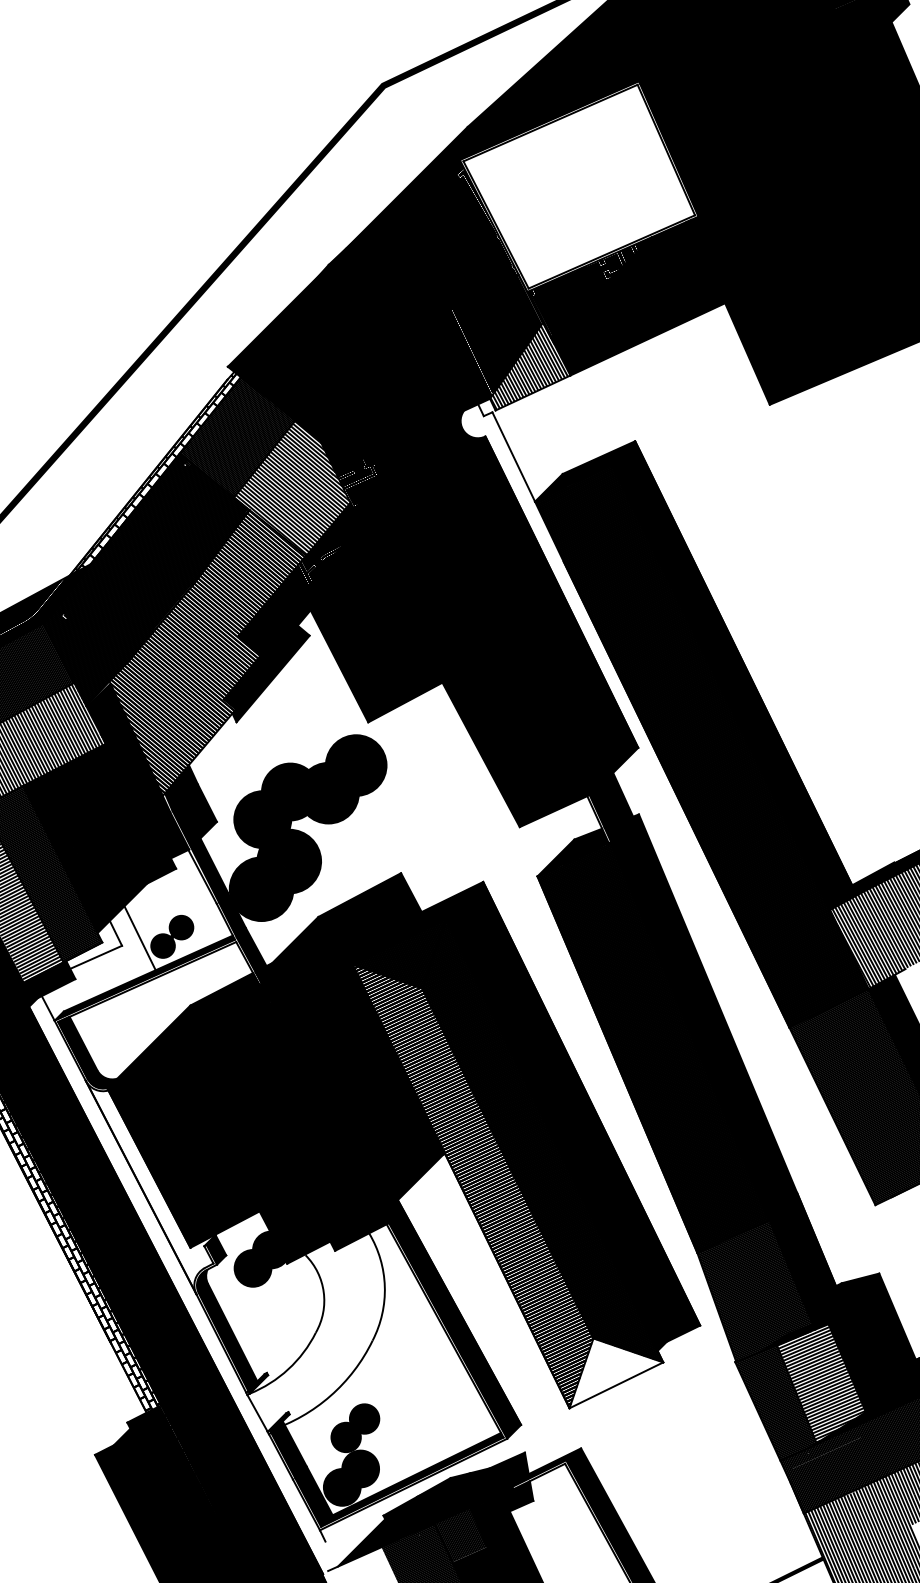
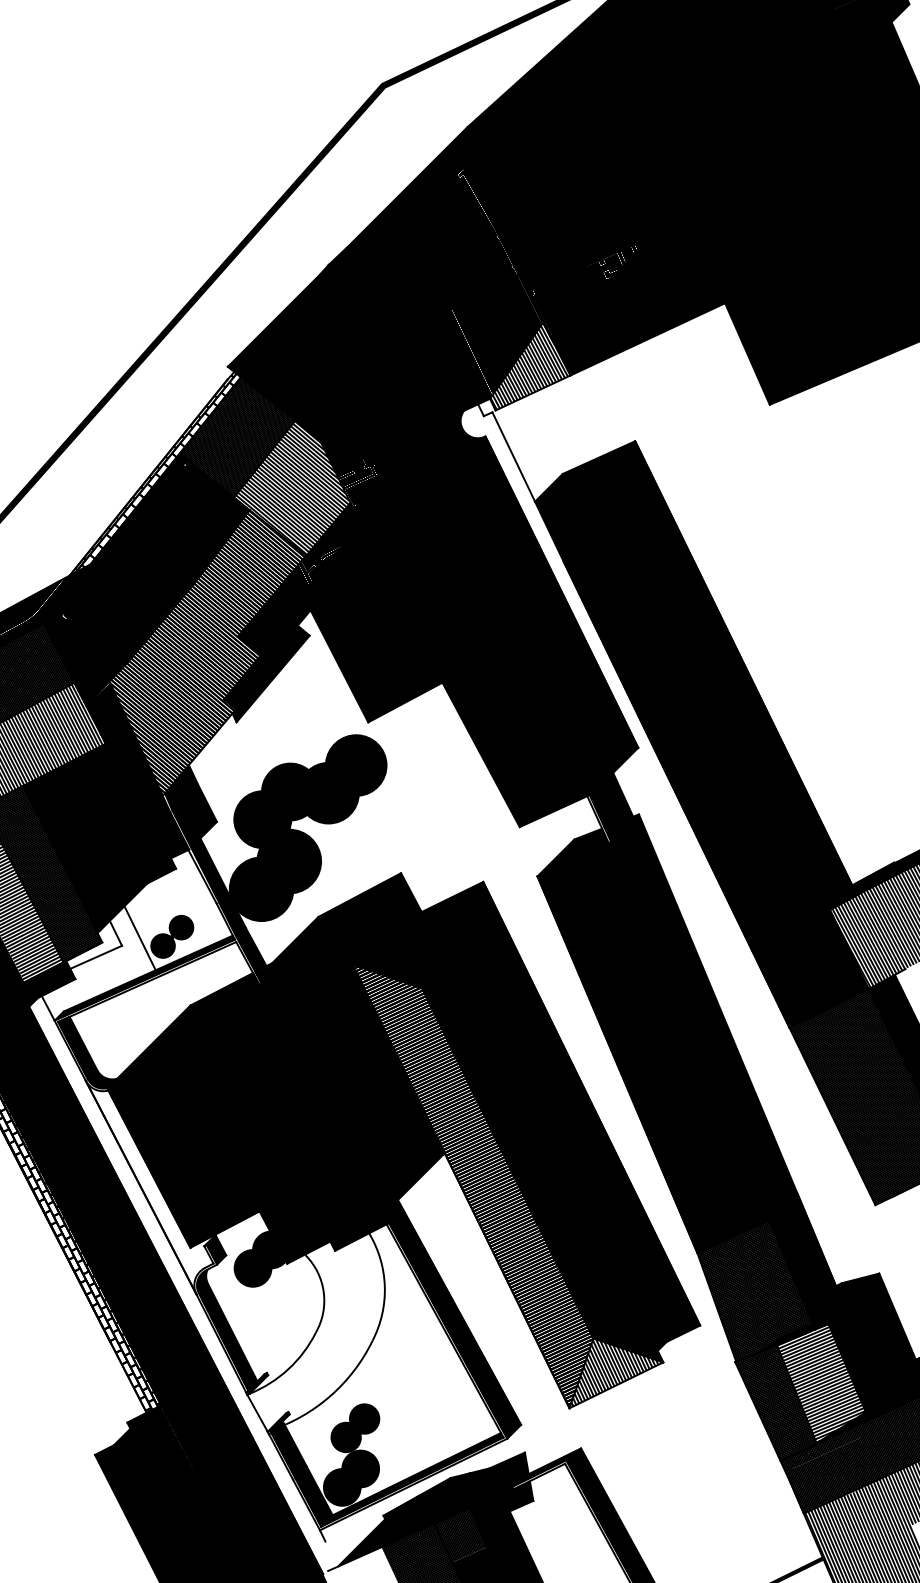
fill at (578, 186): none -> present
hatch at (615, 1373): none -> present
